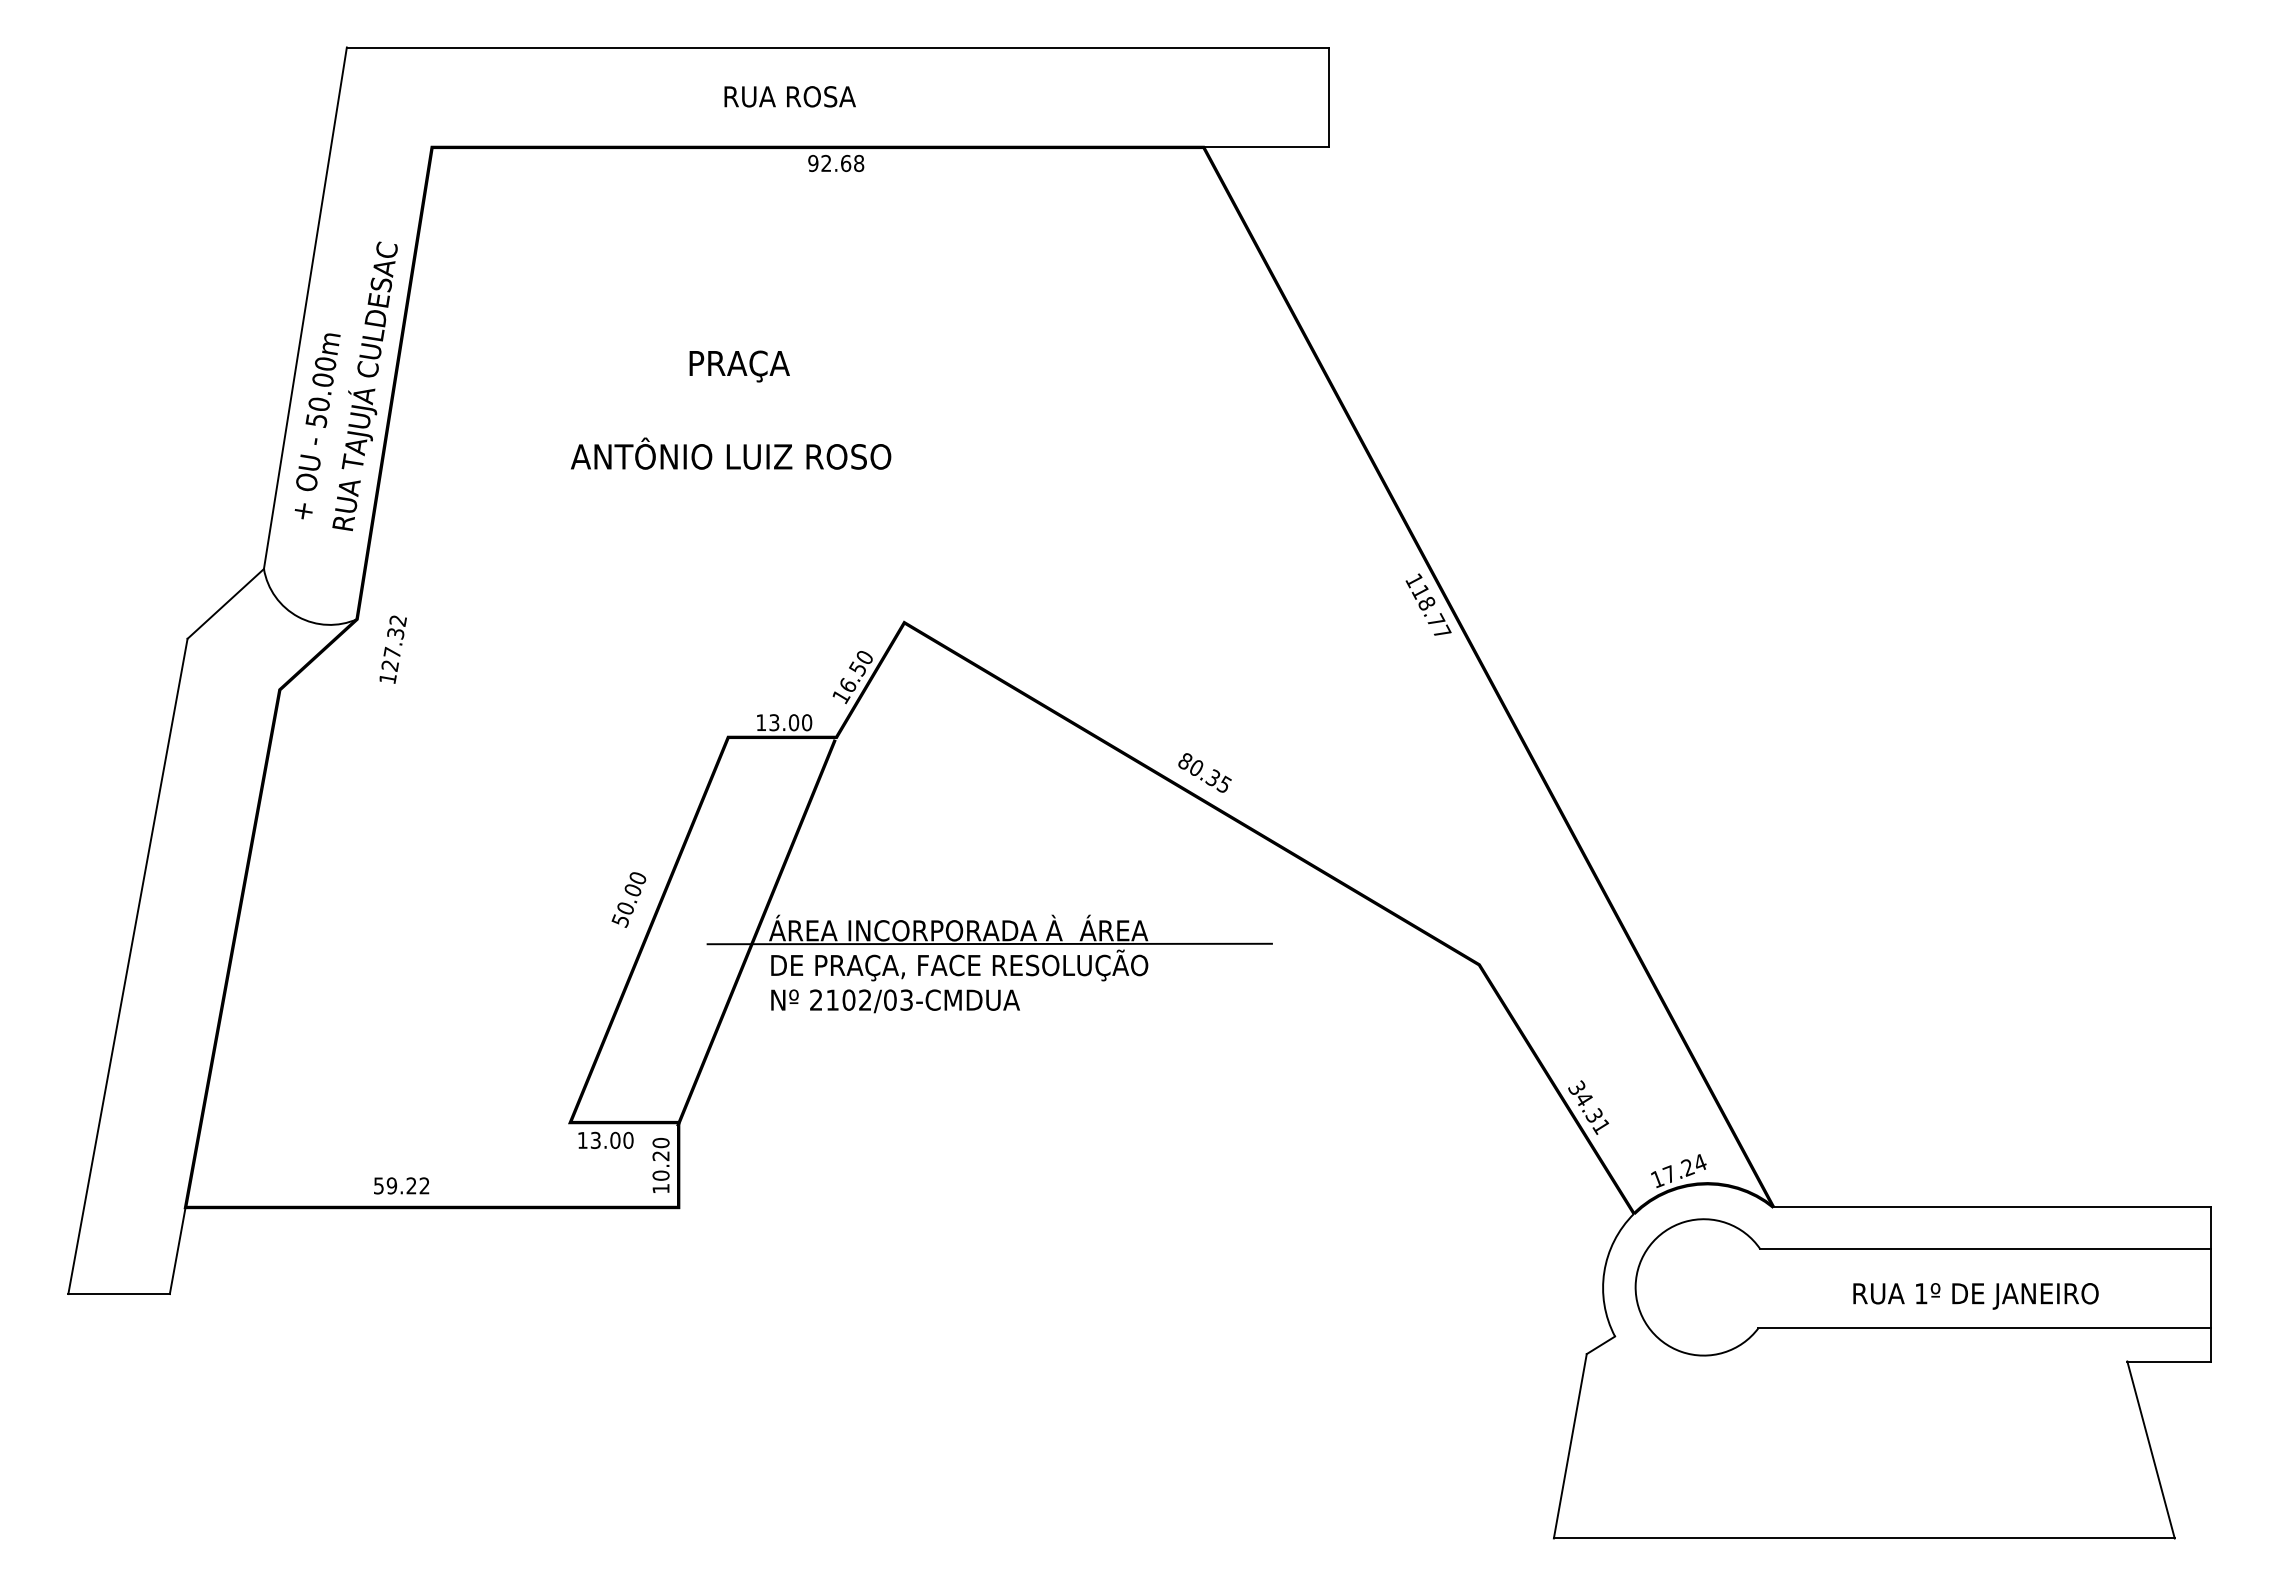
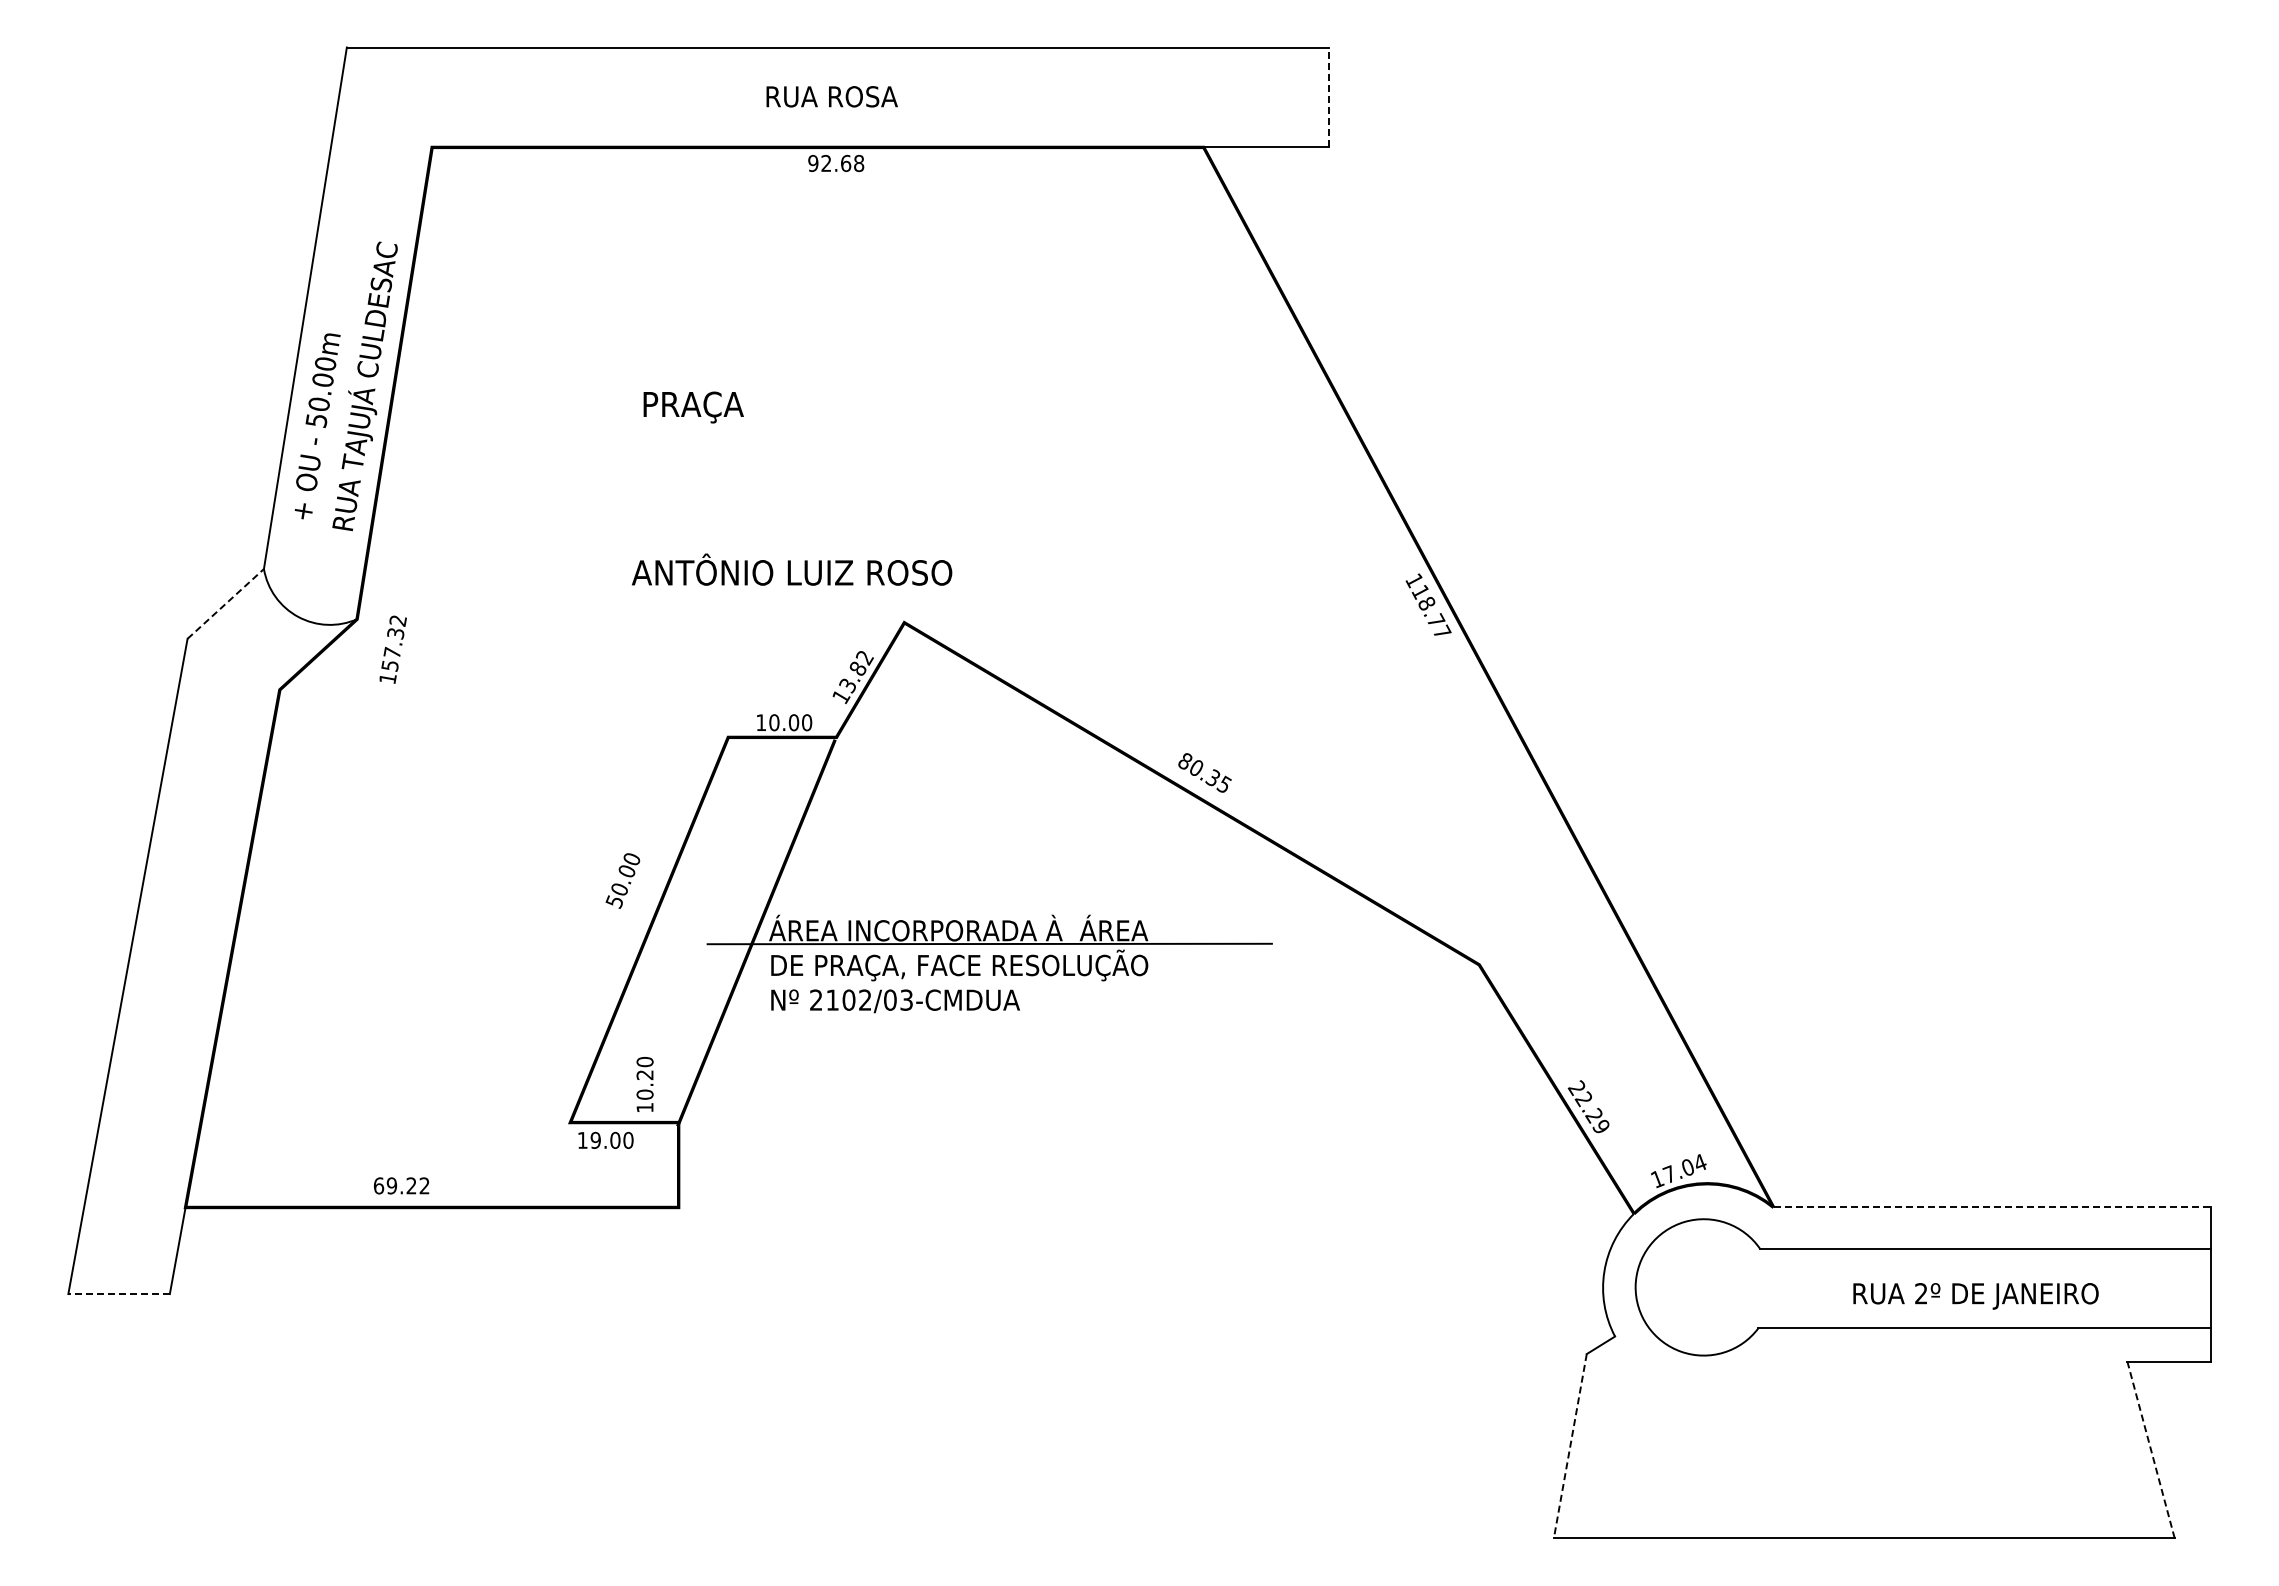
text at (789, 96) position: (789, 96) -> (831, 96)
line at (1329, 97): solid -> dashed
text at (739, 366) position: (739, 366) -> (693, 407)
text at (731, 453) position: (731, 453) -> (792, 569)
line at (225, 603): solid -> dashed
text at (389, 665): 127.32 -> 157.32
text at (856, 672): 16.50 -> 13.82
text at (774, 722): 13.00 -> 10.00
text at (628, 899) position: (628, 899) -> (622, 880)
text at (1588, 1107): 34.31 -> 22.29
text at (595, 1140): 13.00 -> 19.00
text at (660, 1165) position: (660, 1165) -> (644, 1084)
text at (1687, 1167): 17.24 -> 17.04
text at (378, 1185): 59.22 -> 69.22
line at (1992, 1207): solid -> dashed
text at (1921, 1293): 1º -> 2º
line at (119, 1294): solid -> dashed
line at (1570, 1446): solid -> dashed
line at (2151, 1449): solid -> dashed
